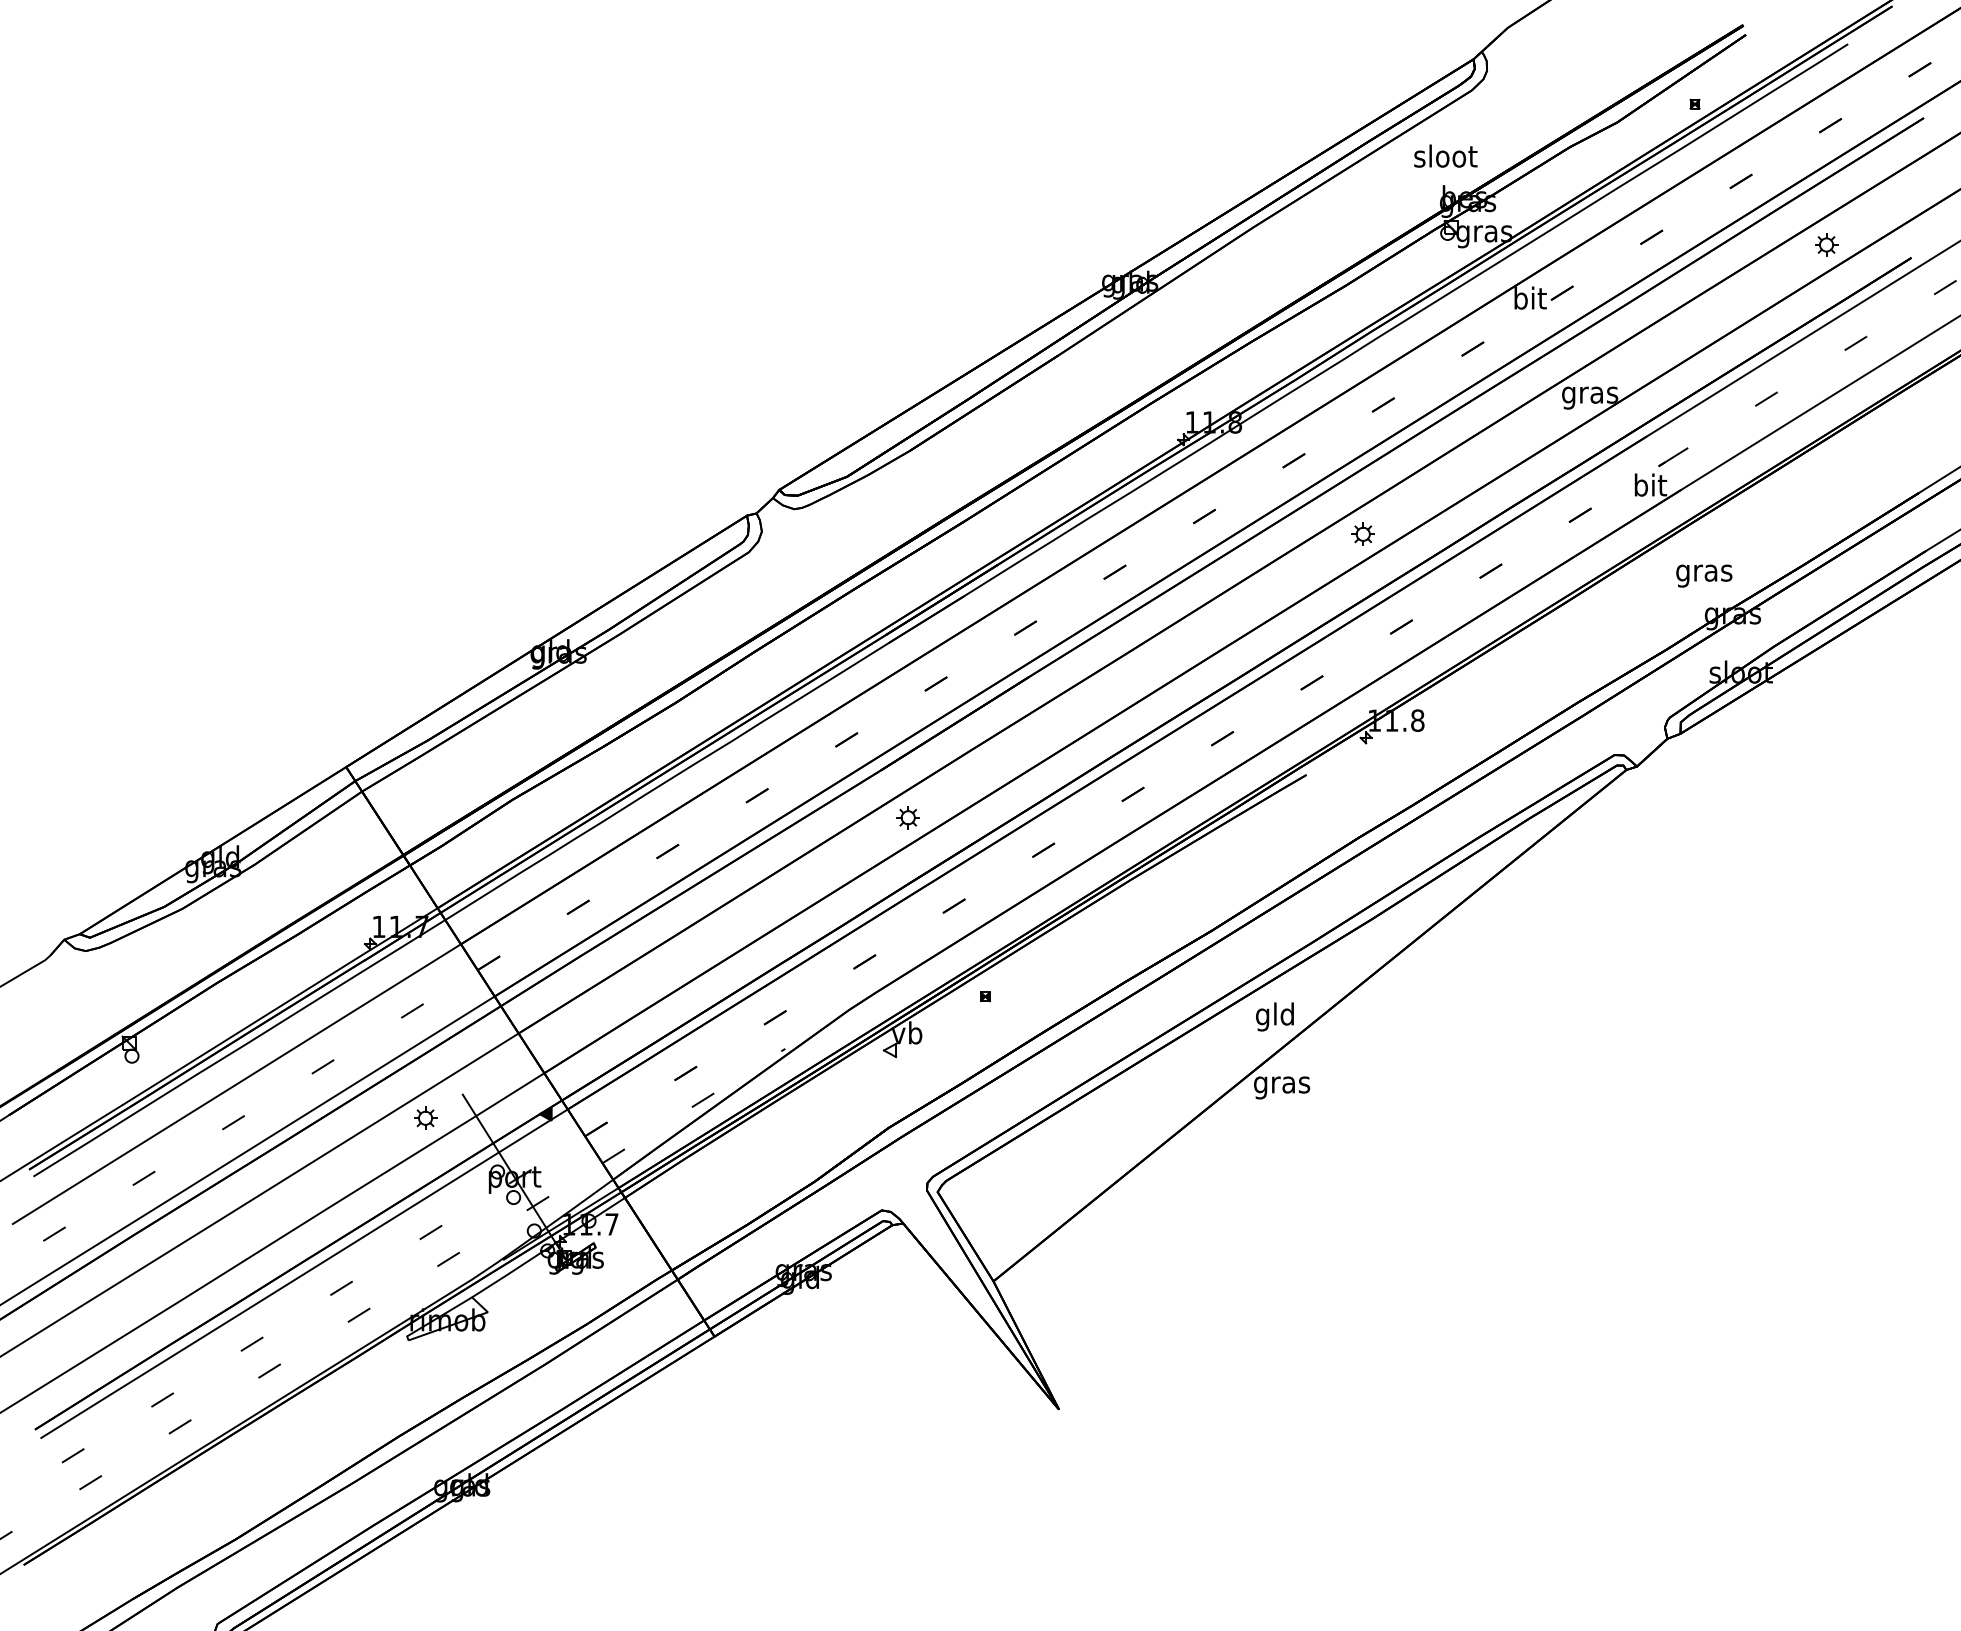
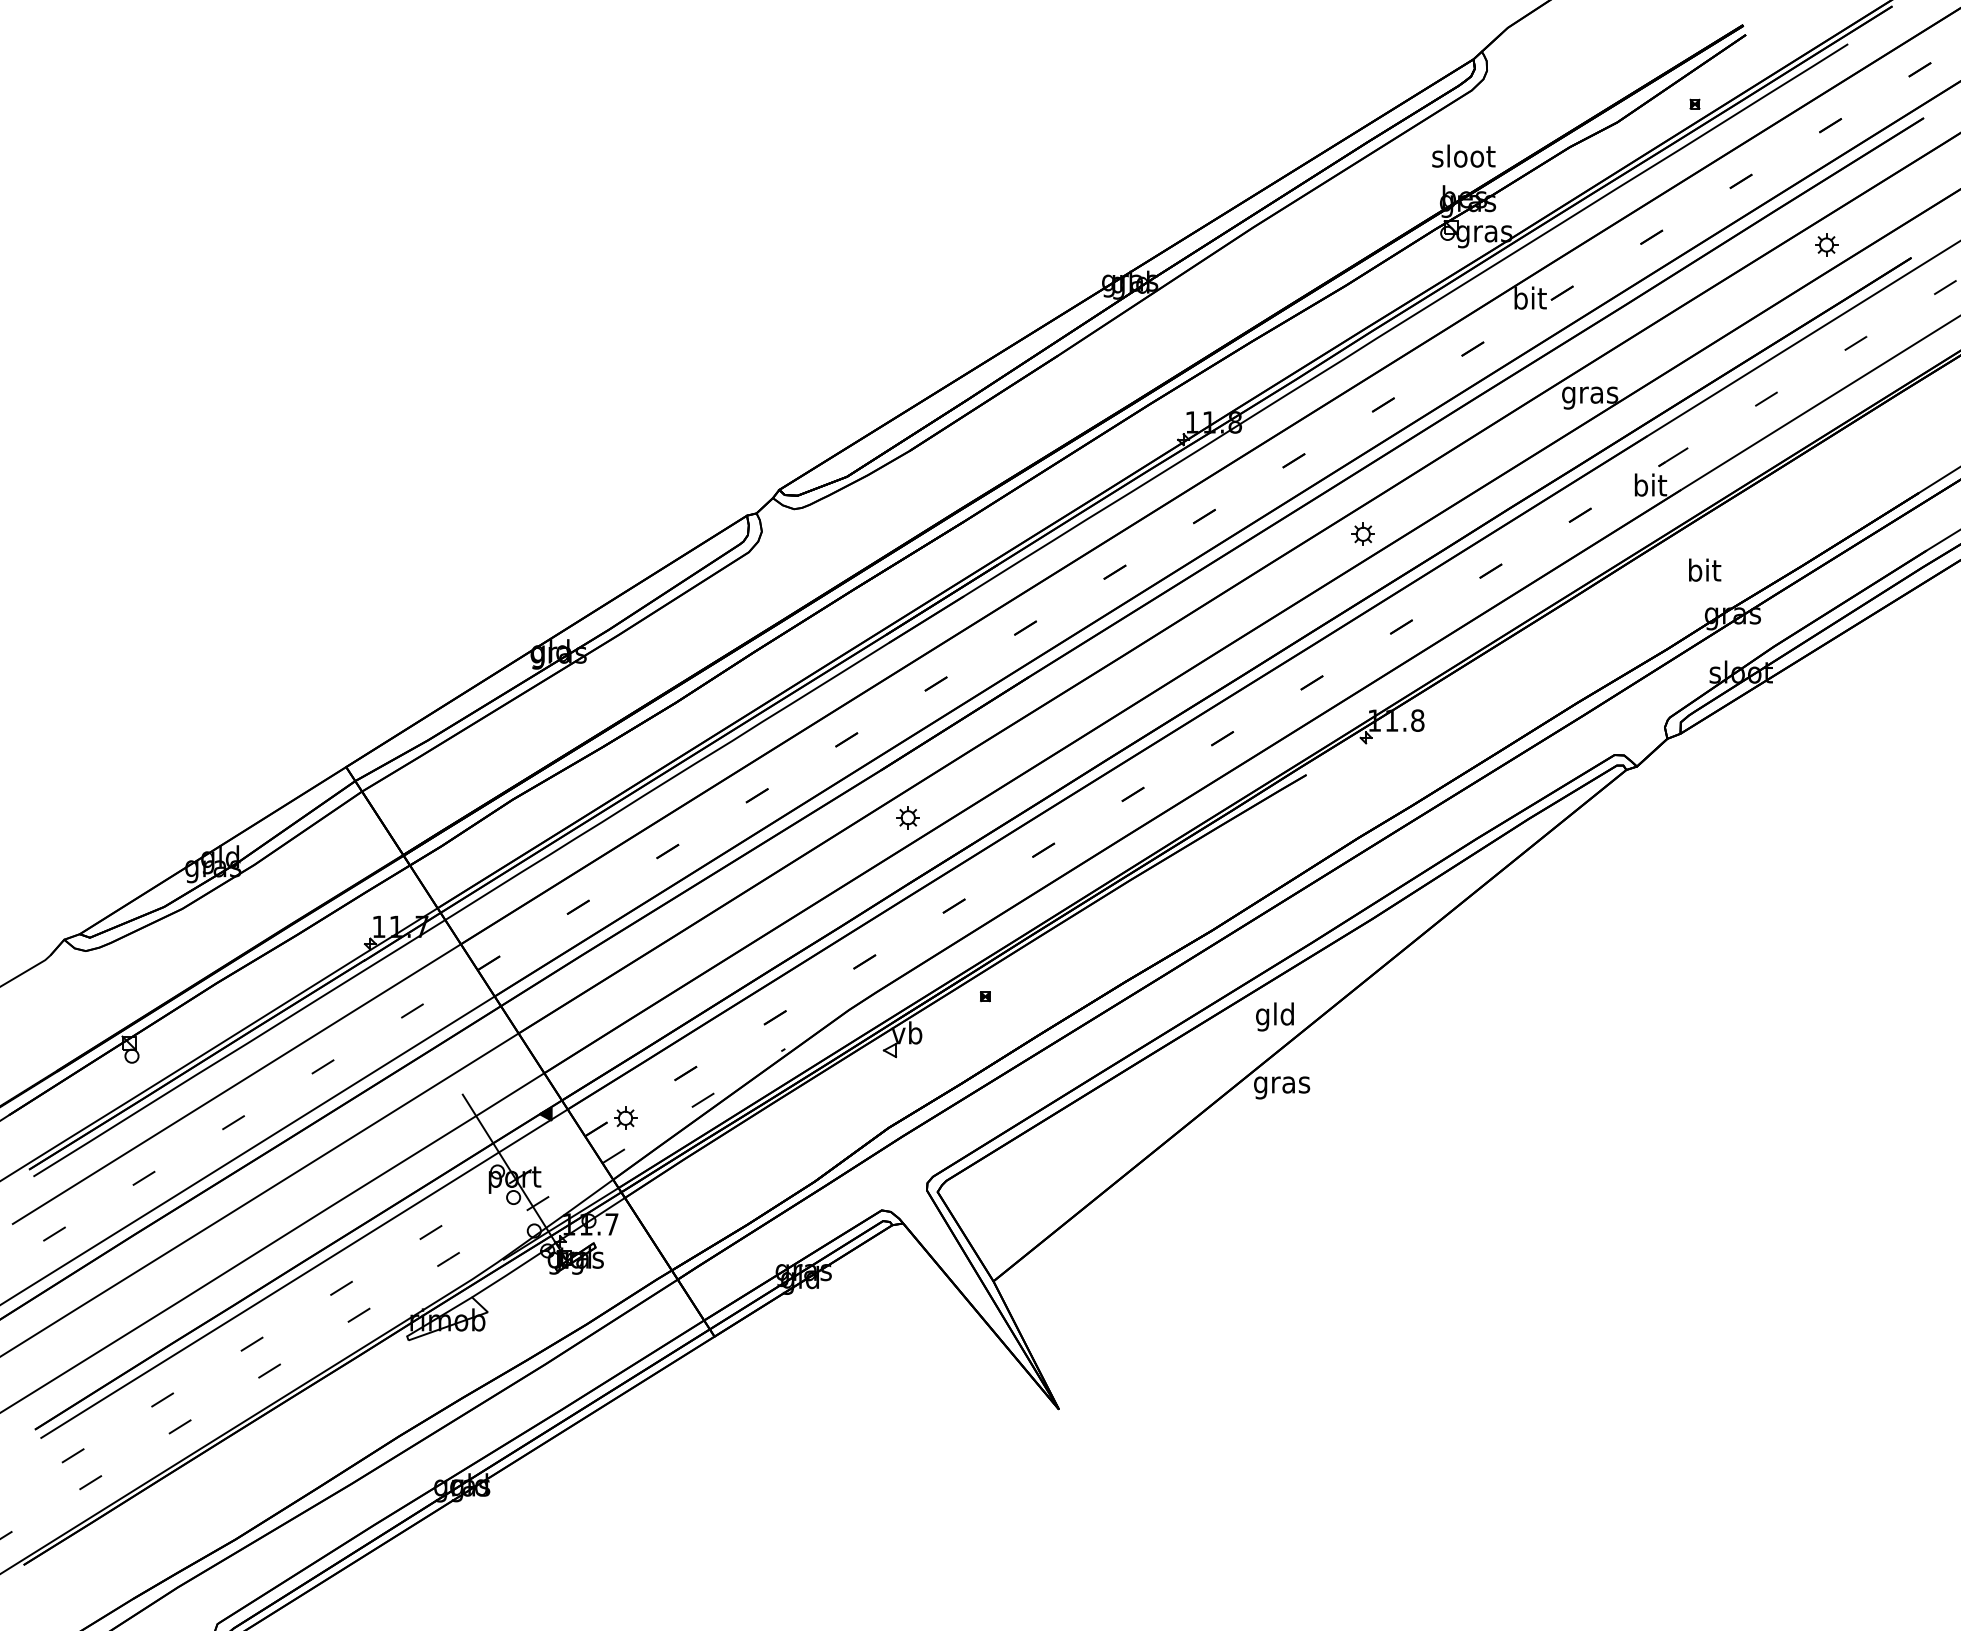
text at (1445, 155) position: (1445, 155) -> (1463, 155)
text at (1704, 572): gras -> bit
part at (425, 1117) position: (425, 1117) -> (625, 1117)
